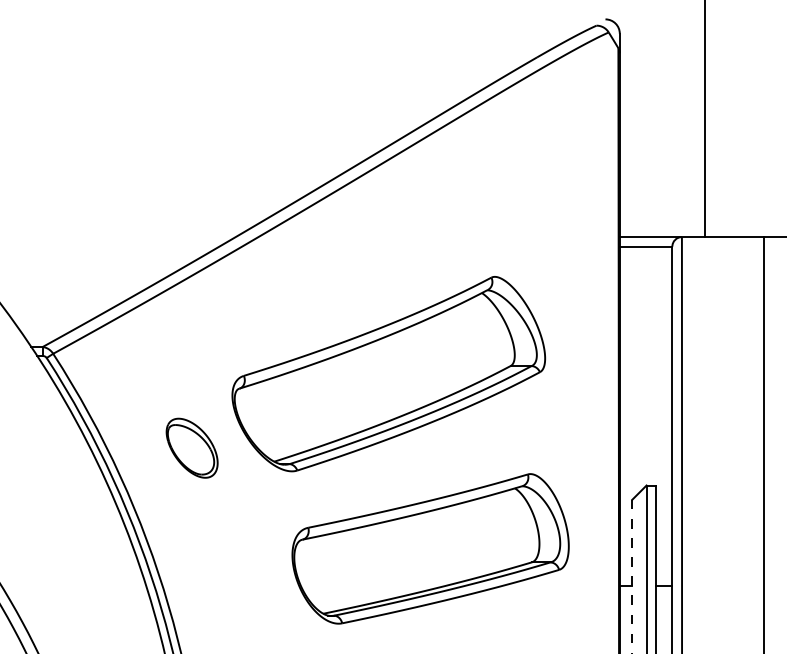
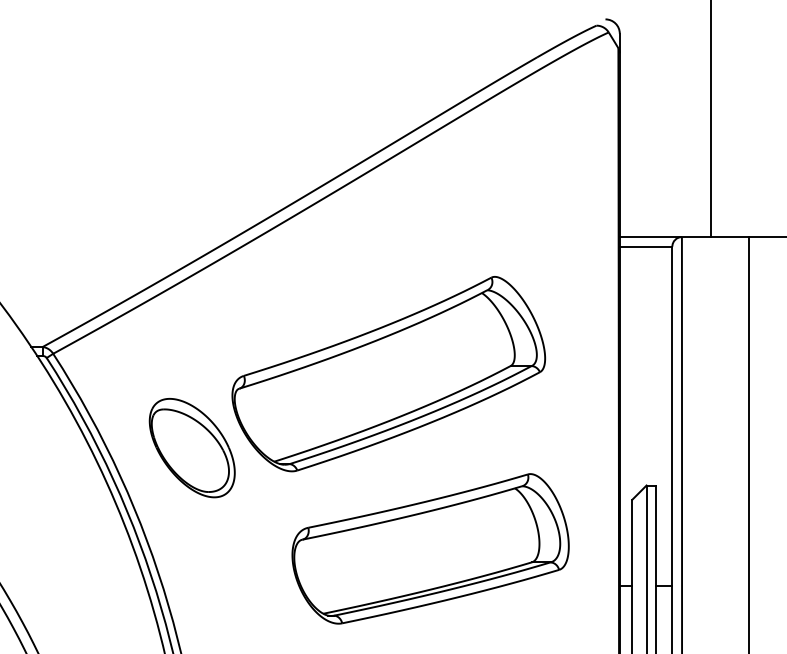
line at (704, 119) position: (704, 119) -> (710, 119)
line at (763, 443) position: (763, 443) -> (748, 443)
part at (191, 447) size: 54x62 px -> 88x101 px
line at (632, 576): dashed -> solid
